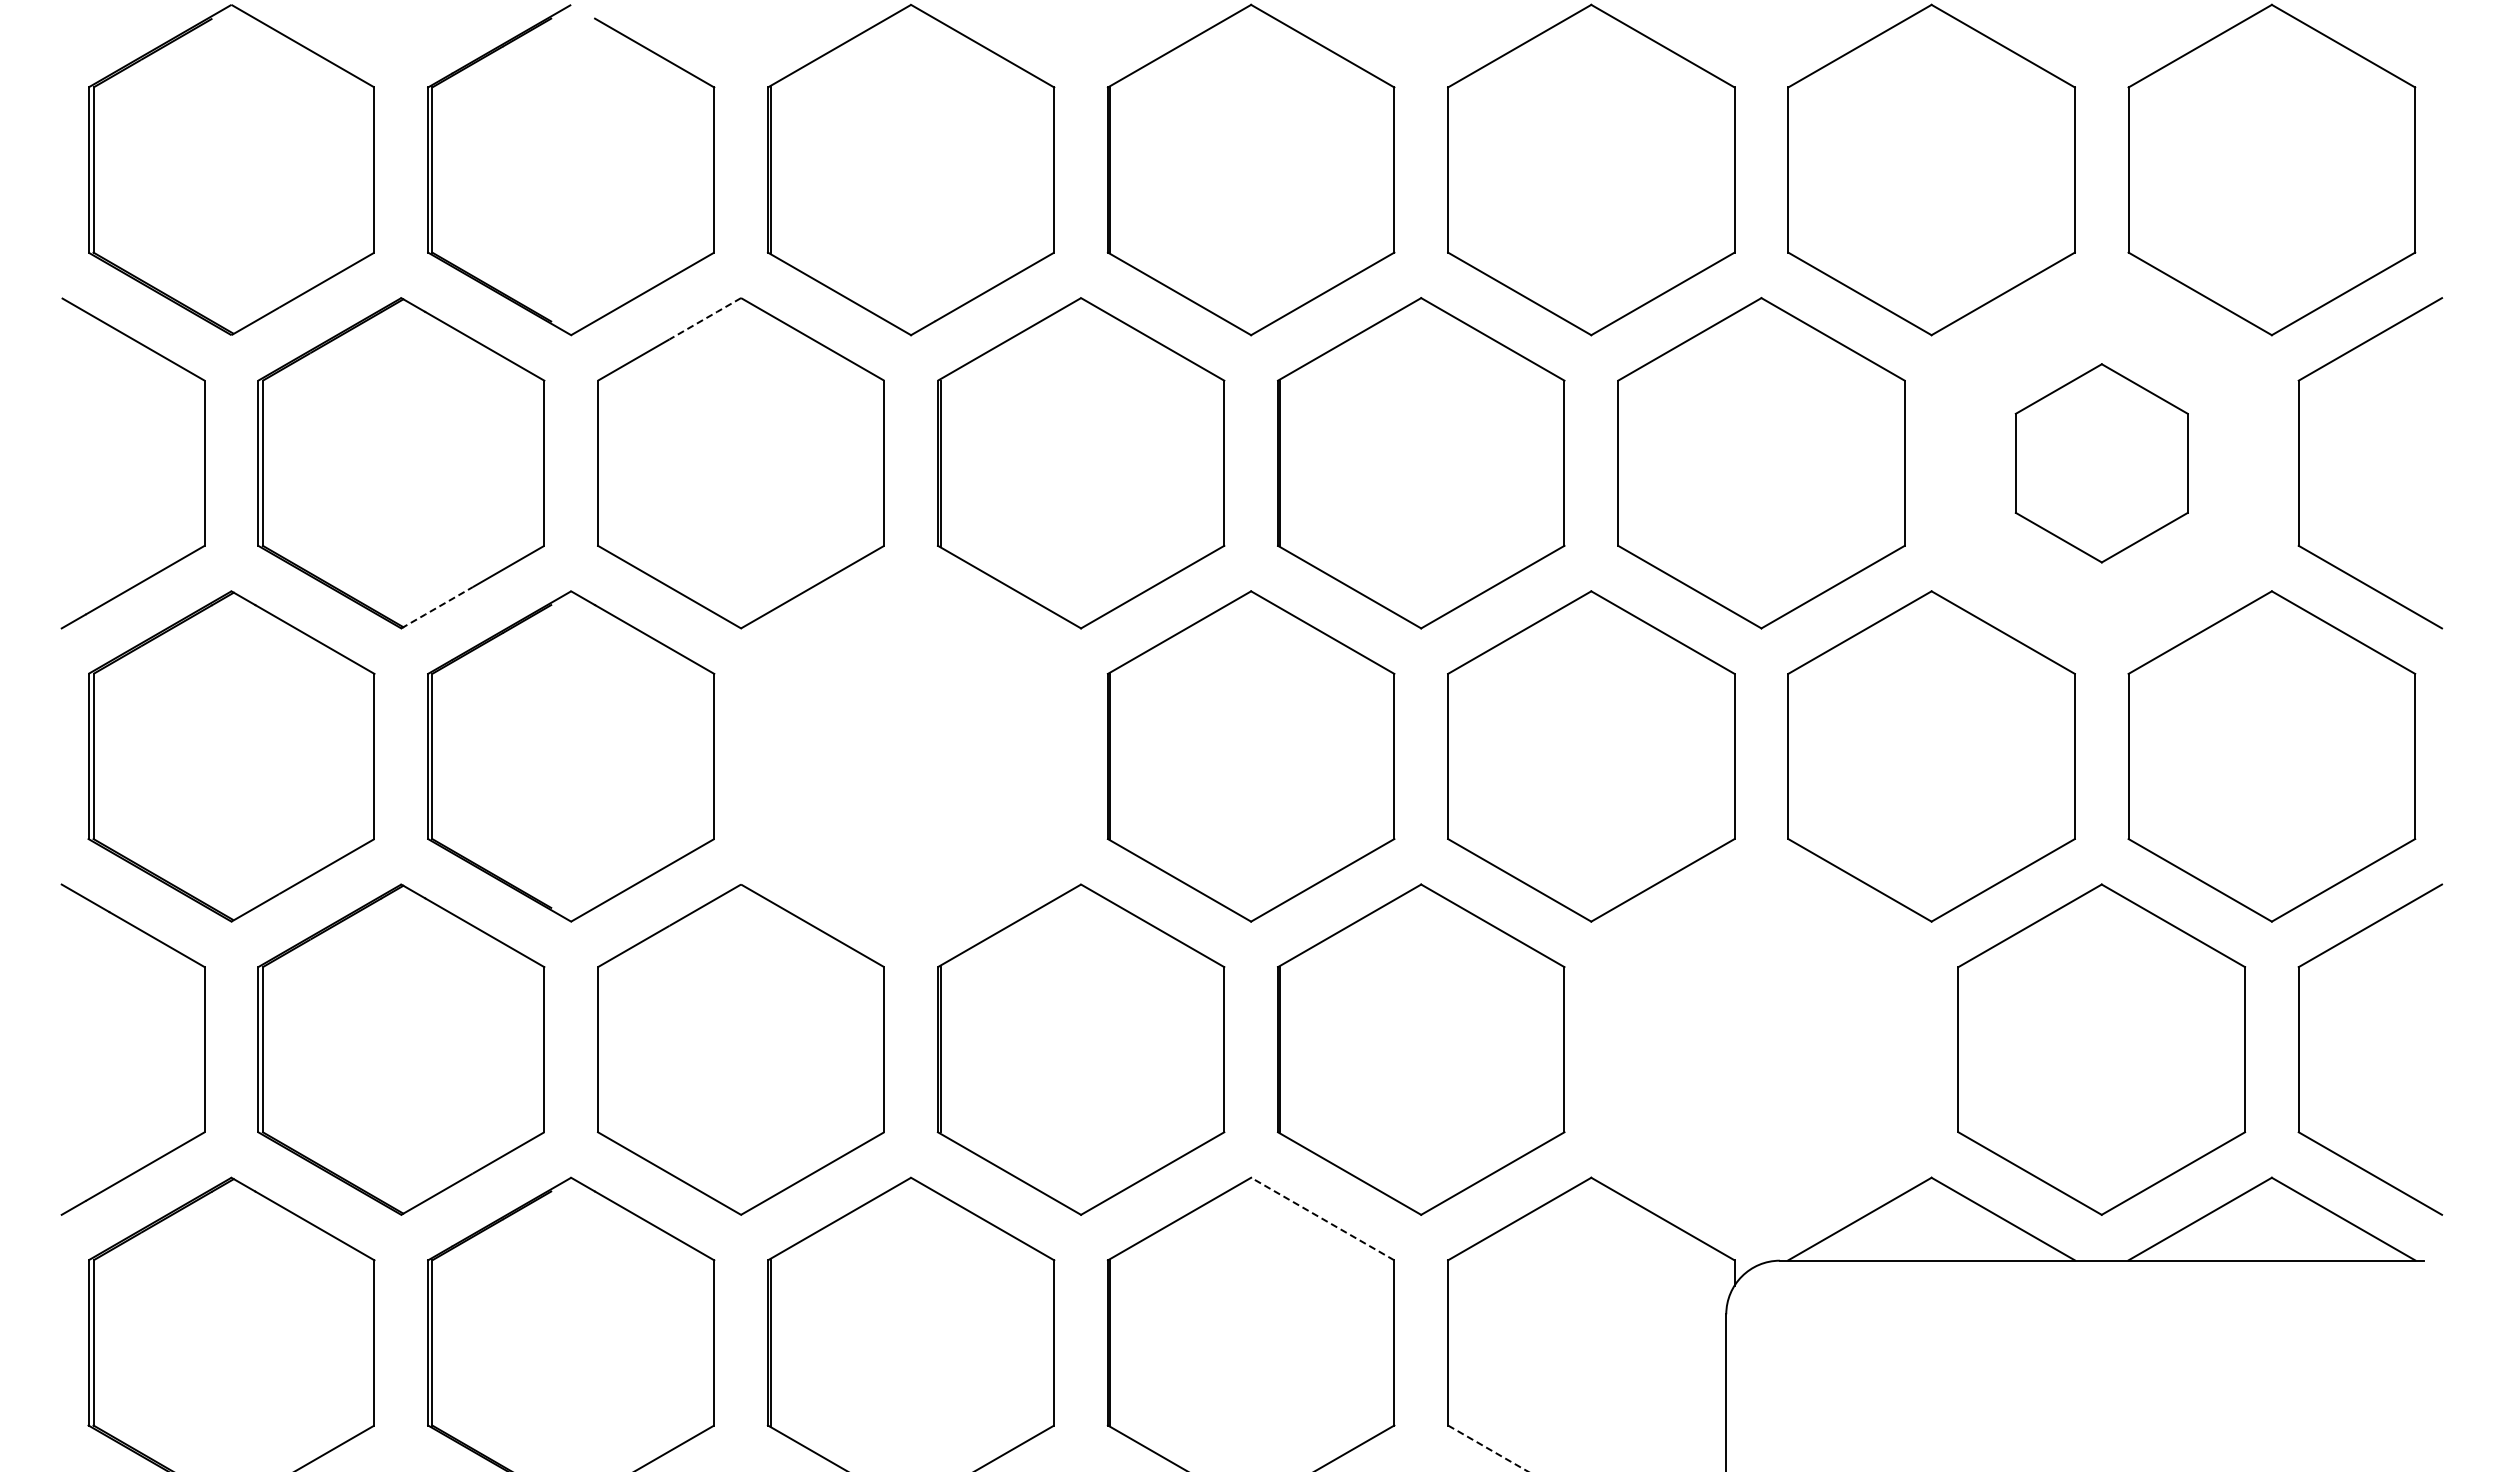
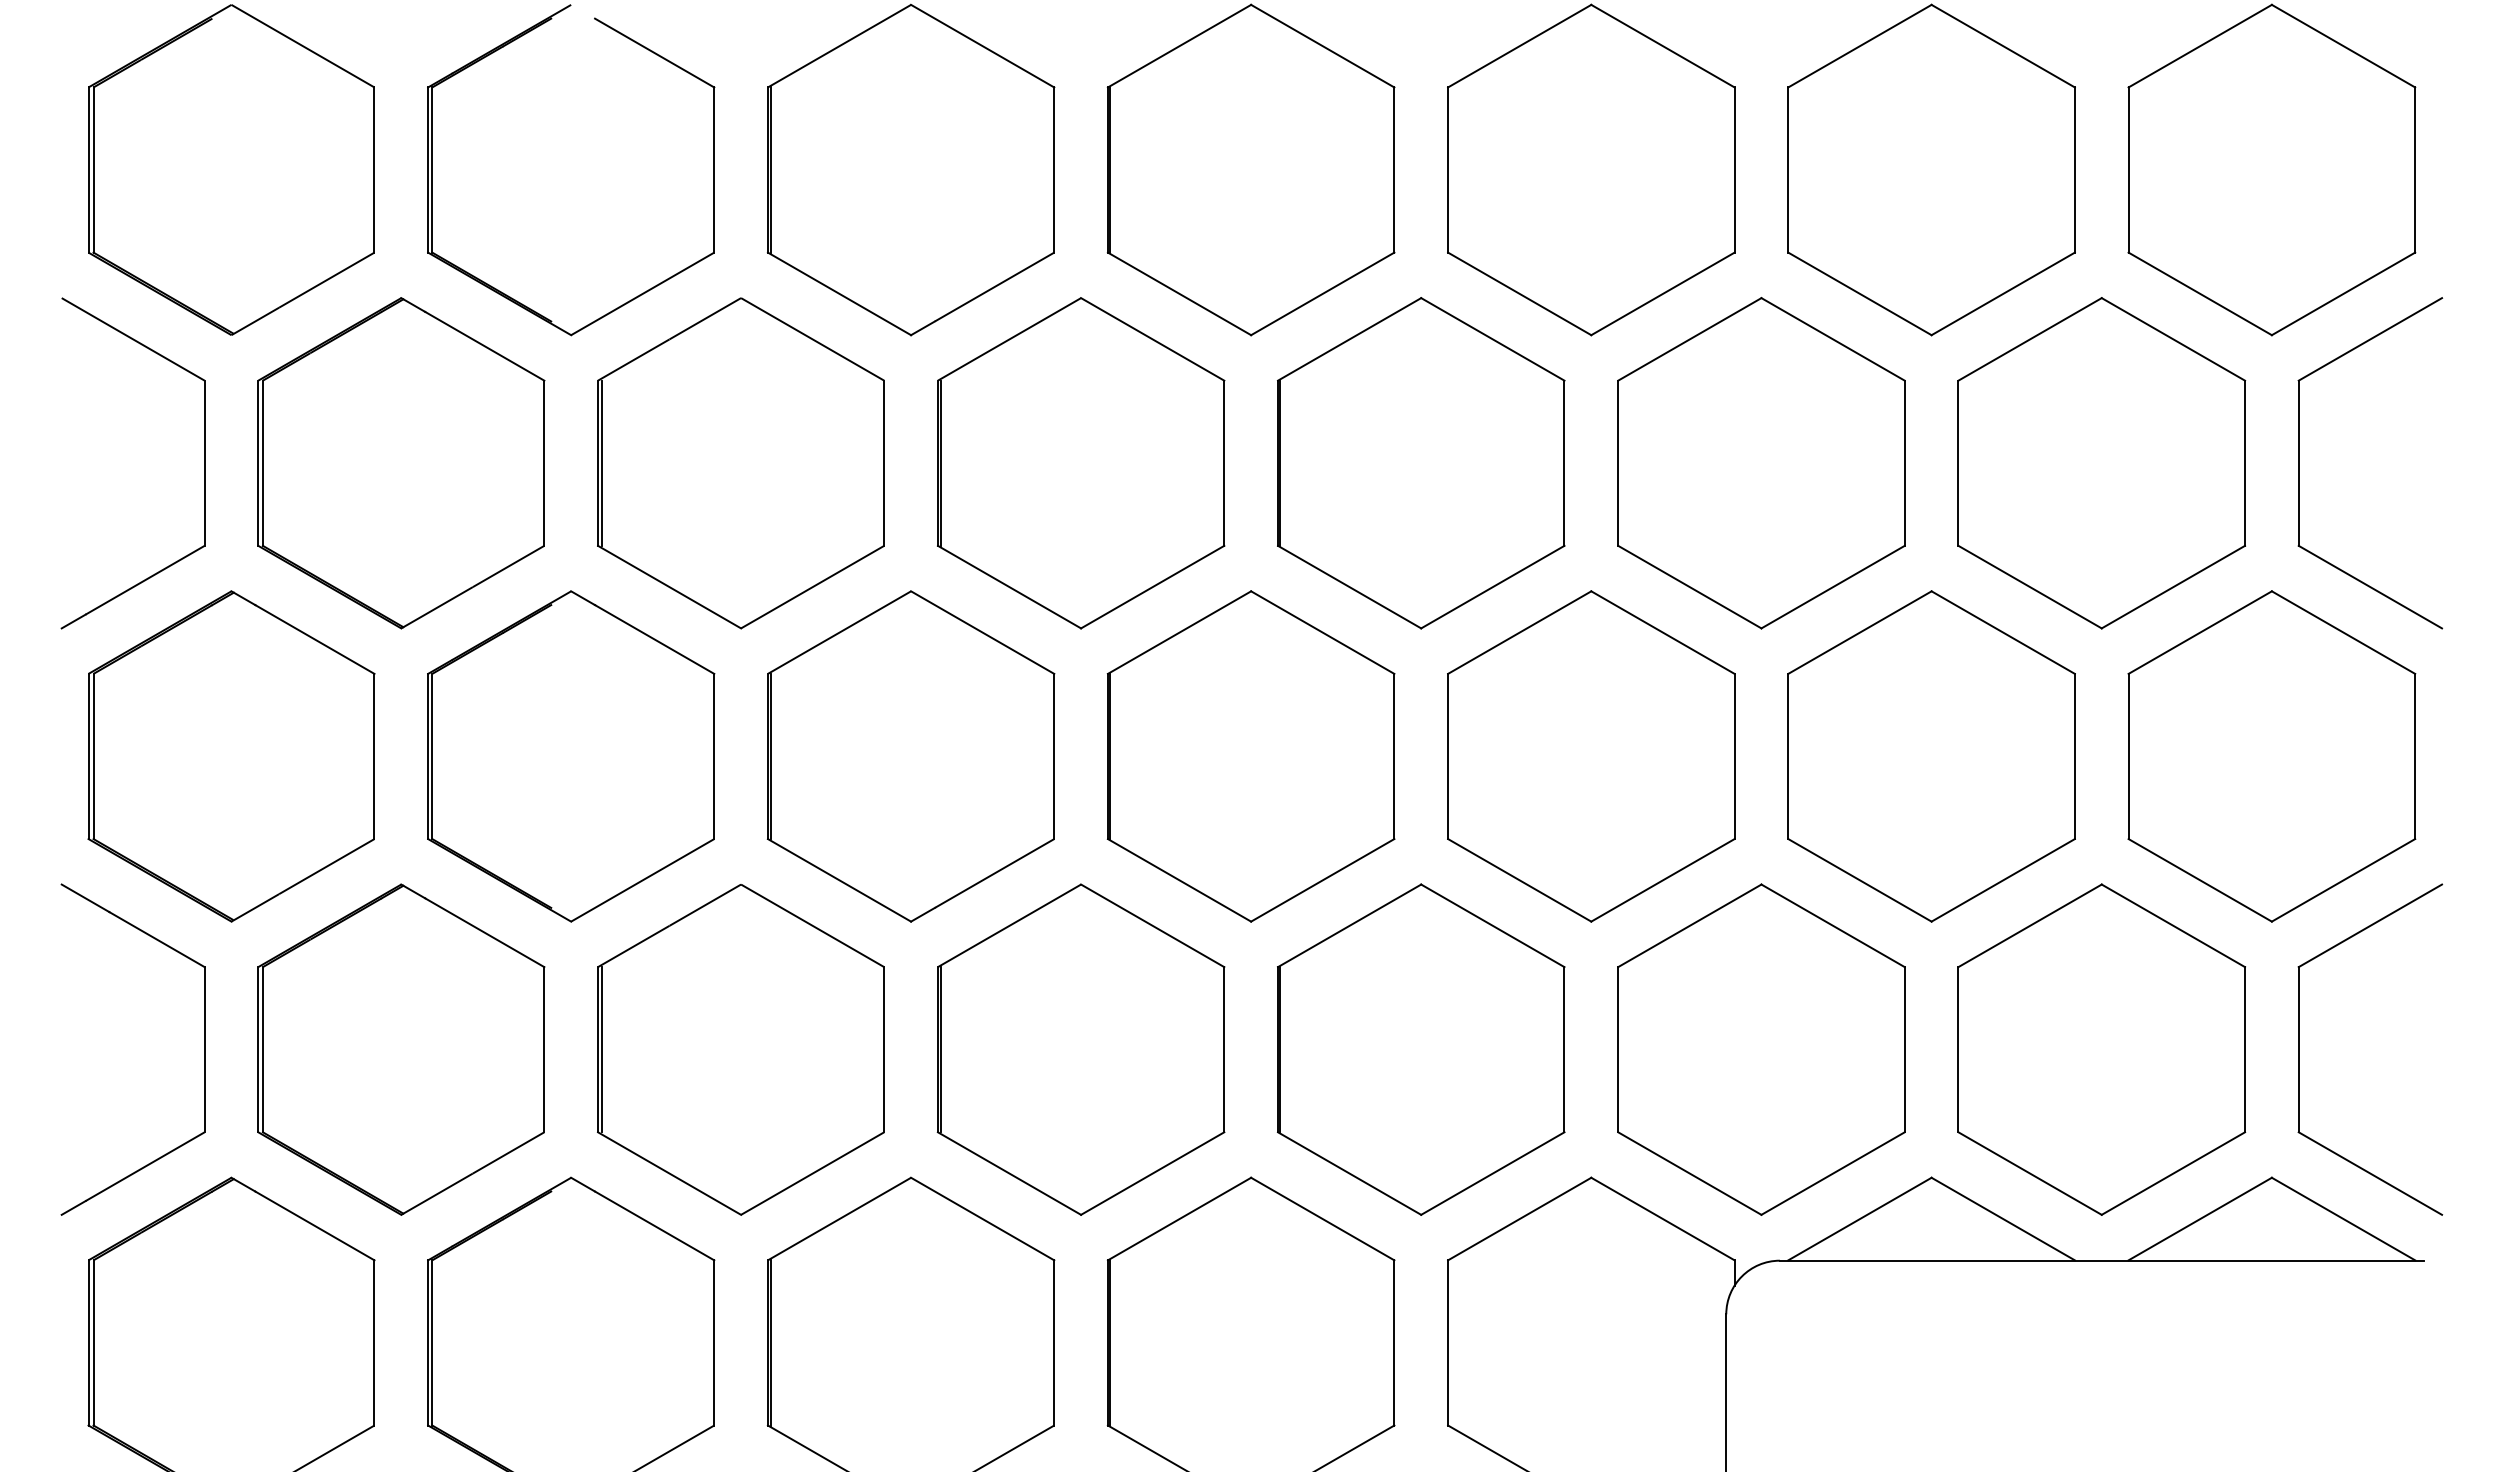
line at (705, 318): dashed -> solid
line at (601, 462): none -> present
part at (2101, 463) size: 175x201 px -> 290x333 px
line at (437, 607): dashed -> solid
part at (910, 756): none -> present
line at (601, 1049): none -> present
part at (1761, 1049): none -> present
line at (1322, 1219): dashed -> solid
line at (1488, 1448): dashed -> solid
